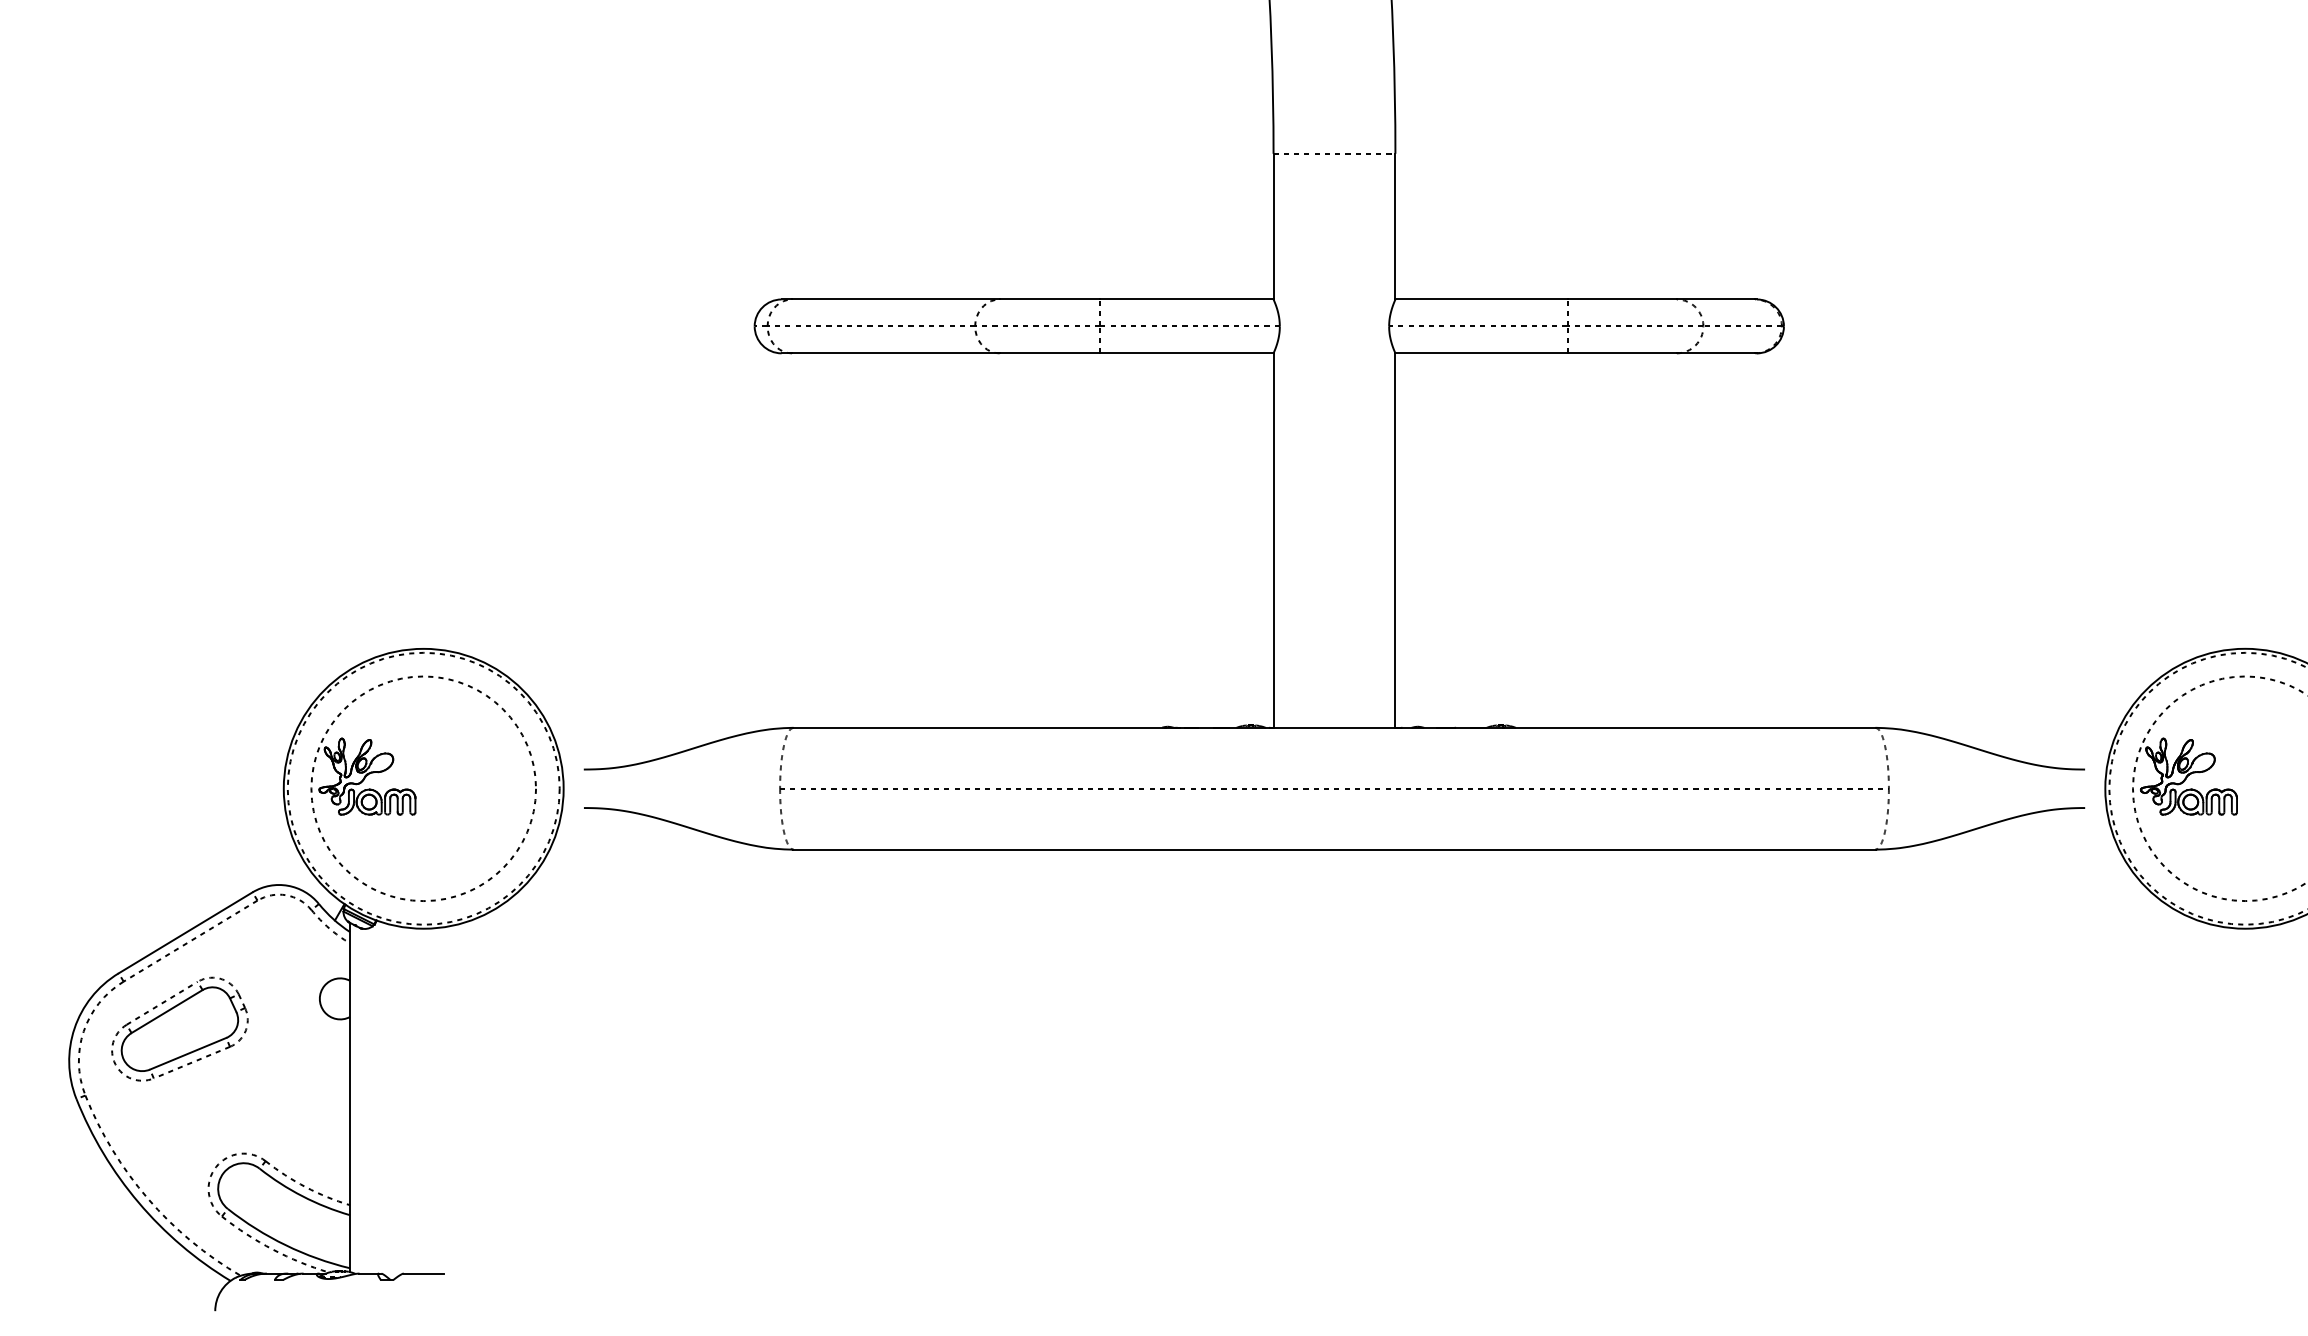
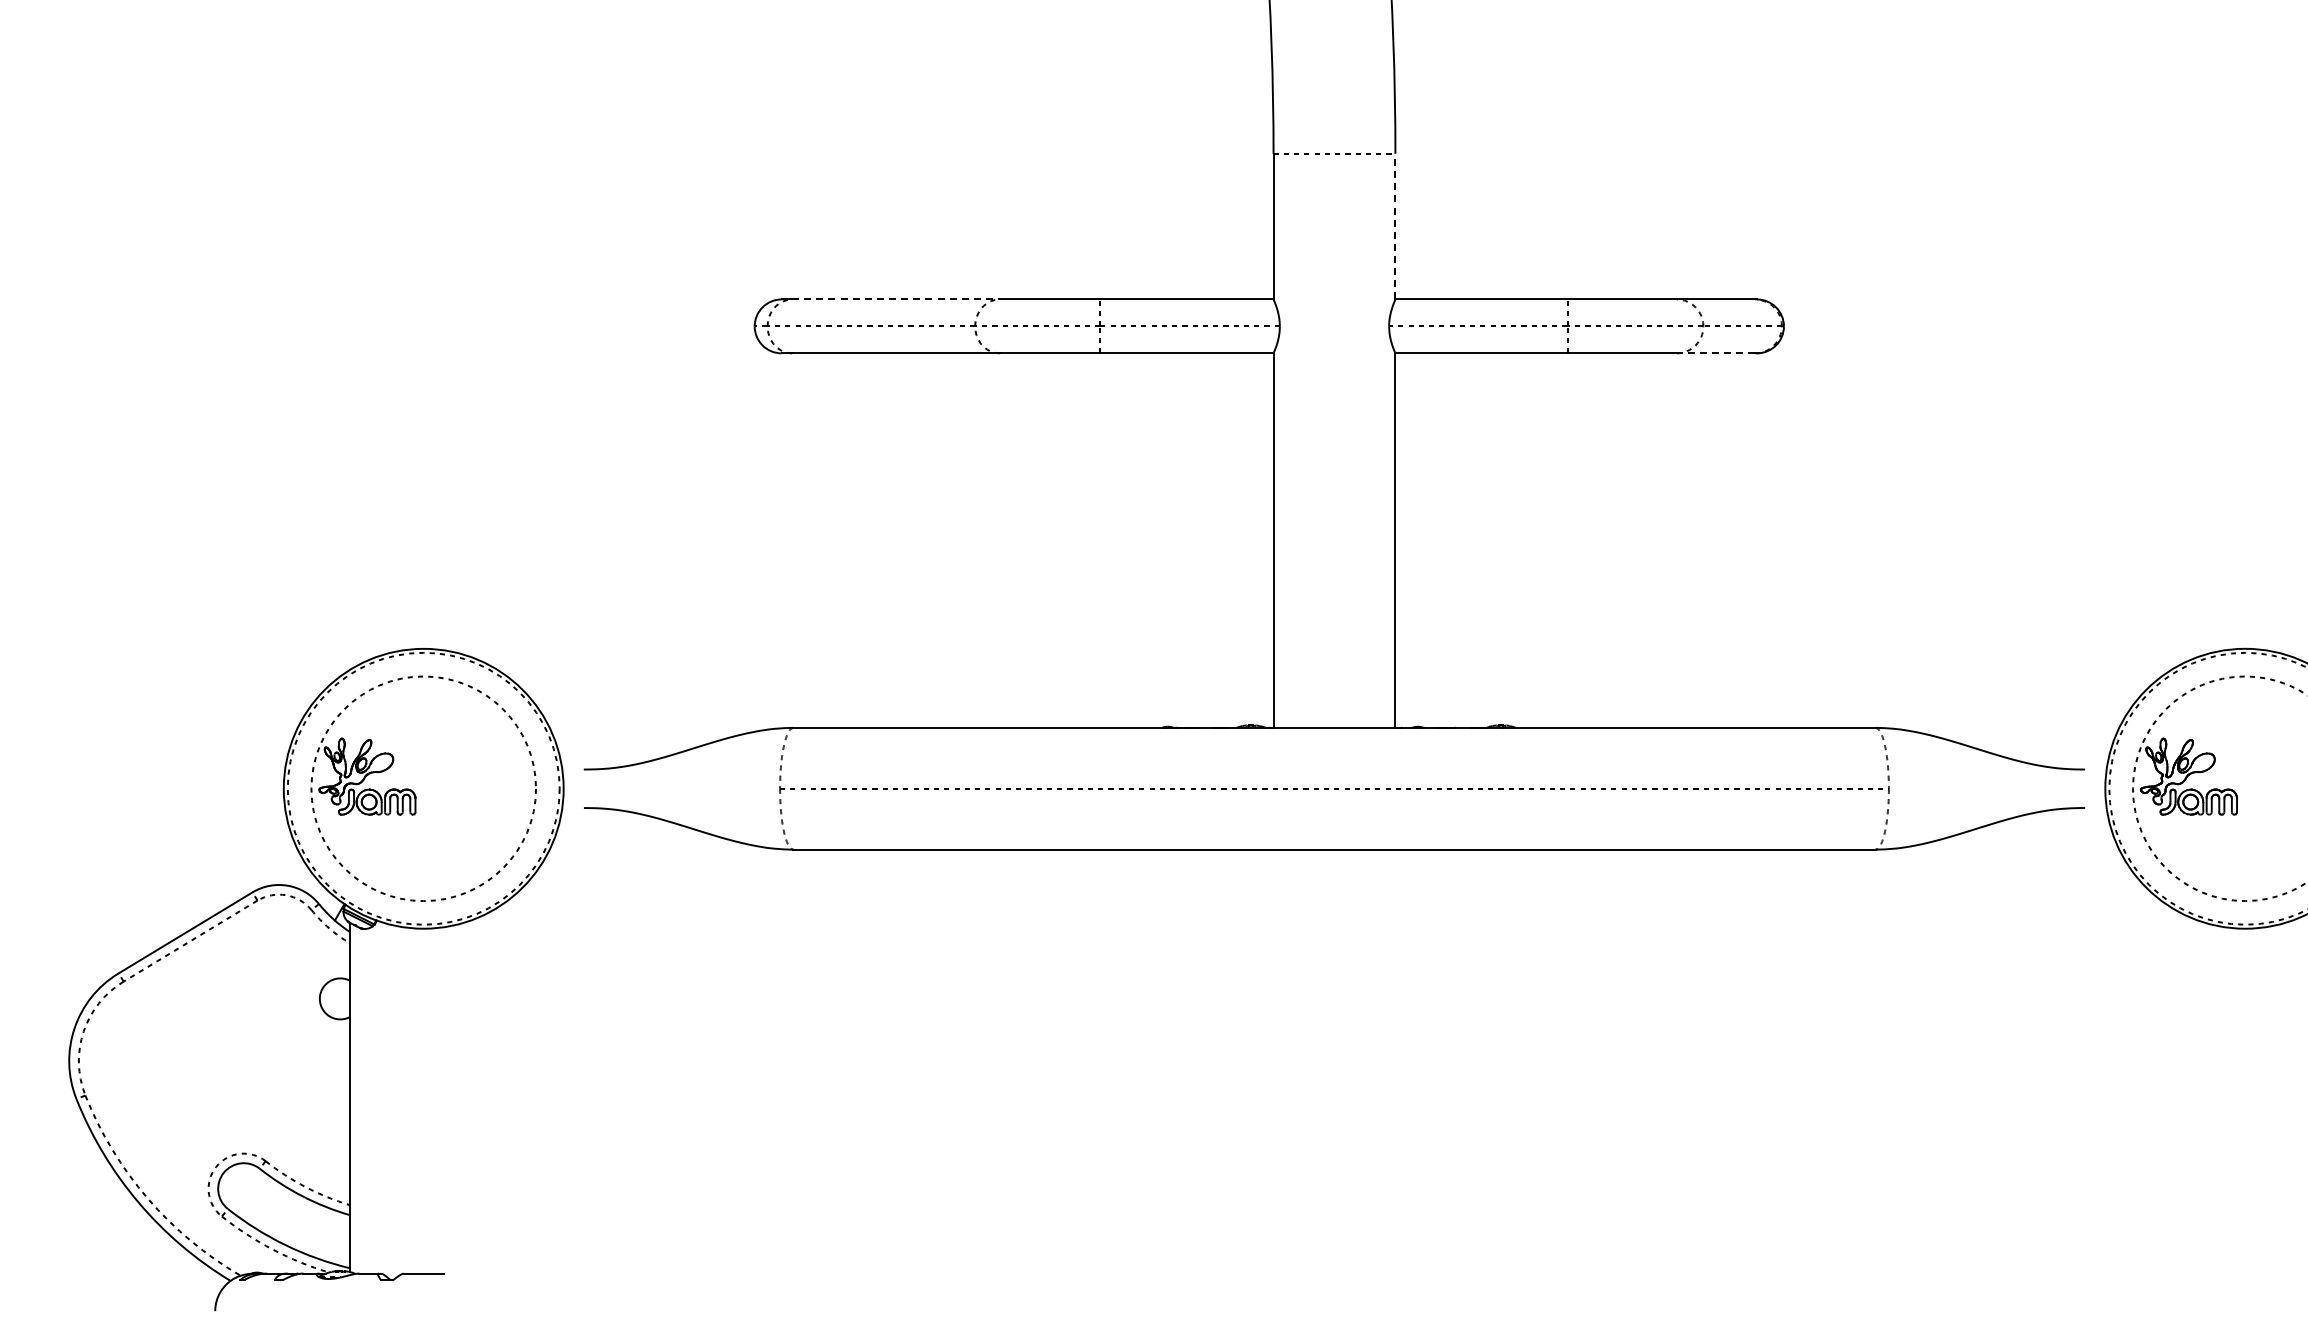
line at (1395, 226): solid -> dashed
line at (895, 299): solid -> dashed
line at (1715, 353): solid -> dashed
part at (179, 1028): present -> none
